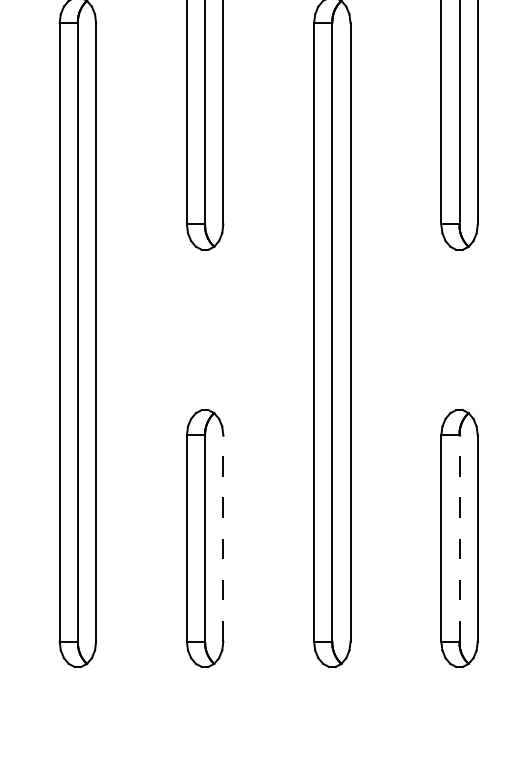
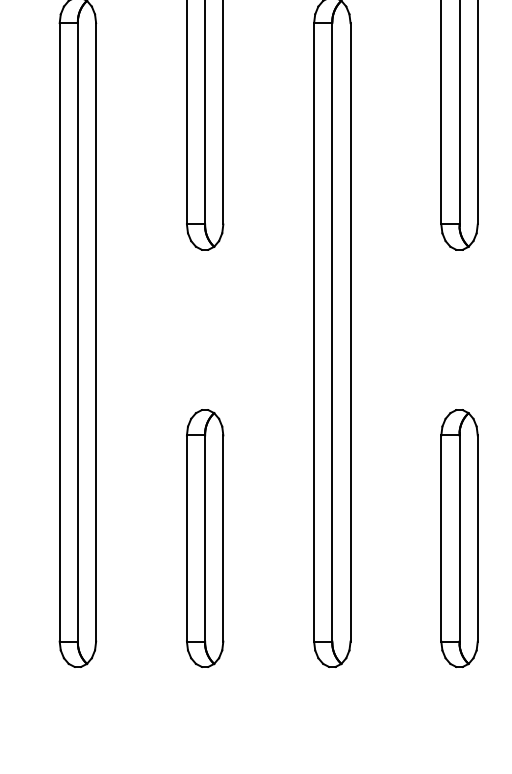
line at (223, 538): dashed -> solid
line at (459, 538): dashed -> solid
